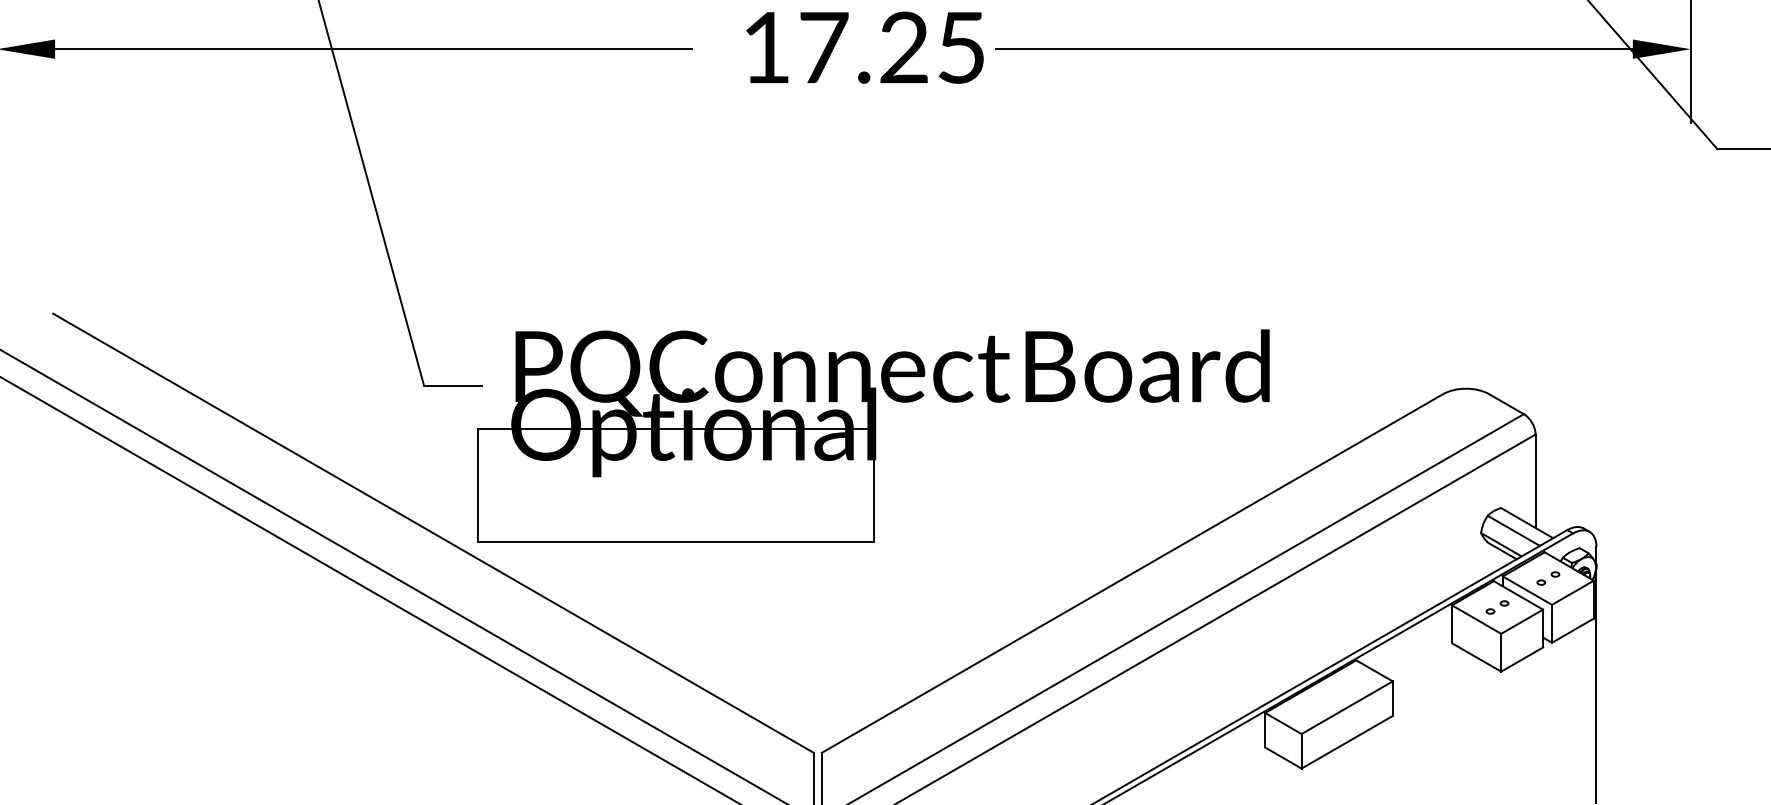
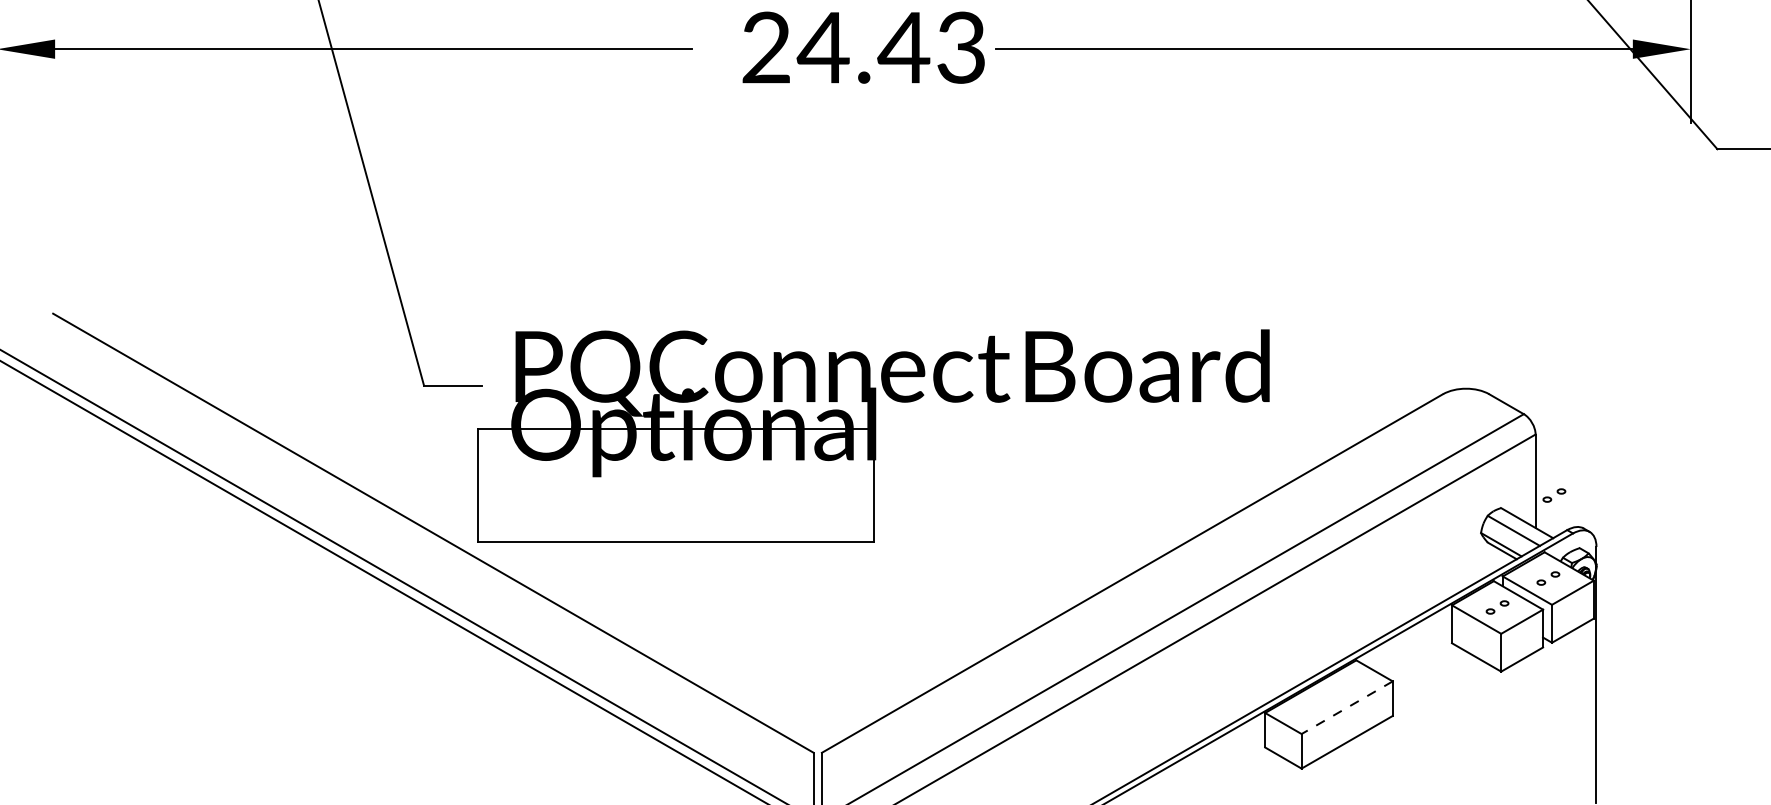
text at (863, 47): 17.25 -> 24.43
part at (1554, 495): none -> present
line at (368, 589) position: (368, 589) -> (382, 581)
line at (1347, 707): solid -> dashed
